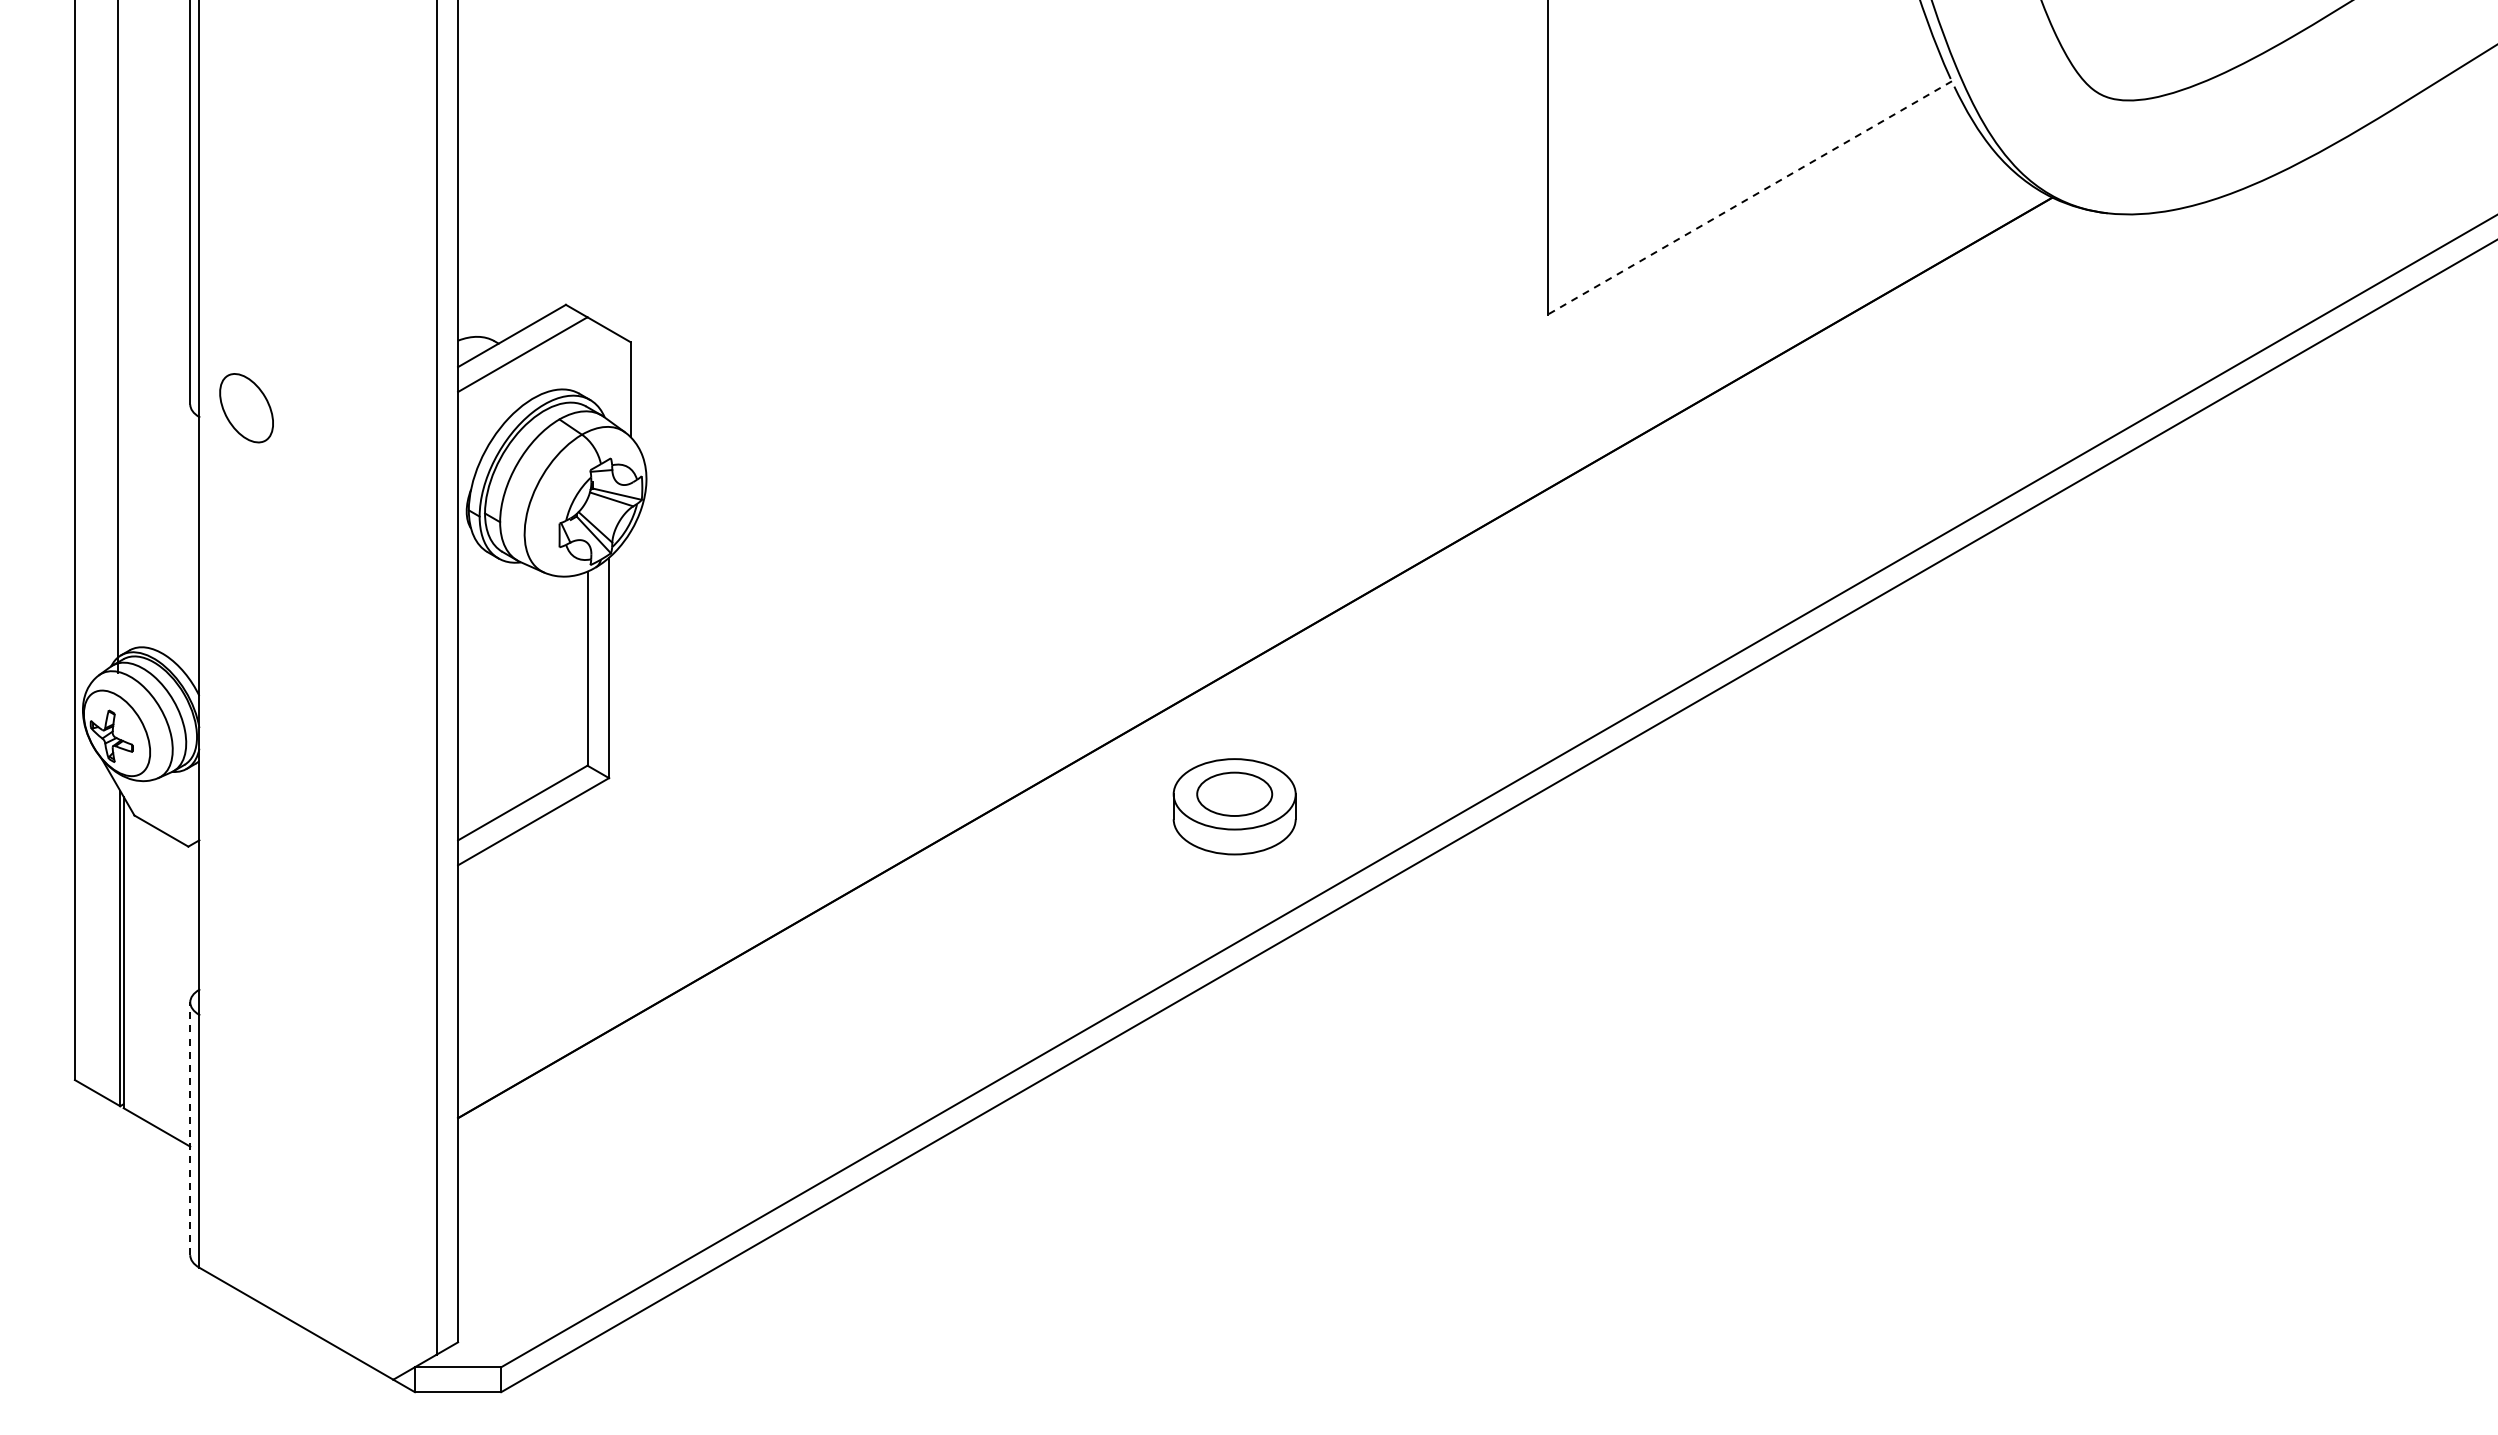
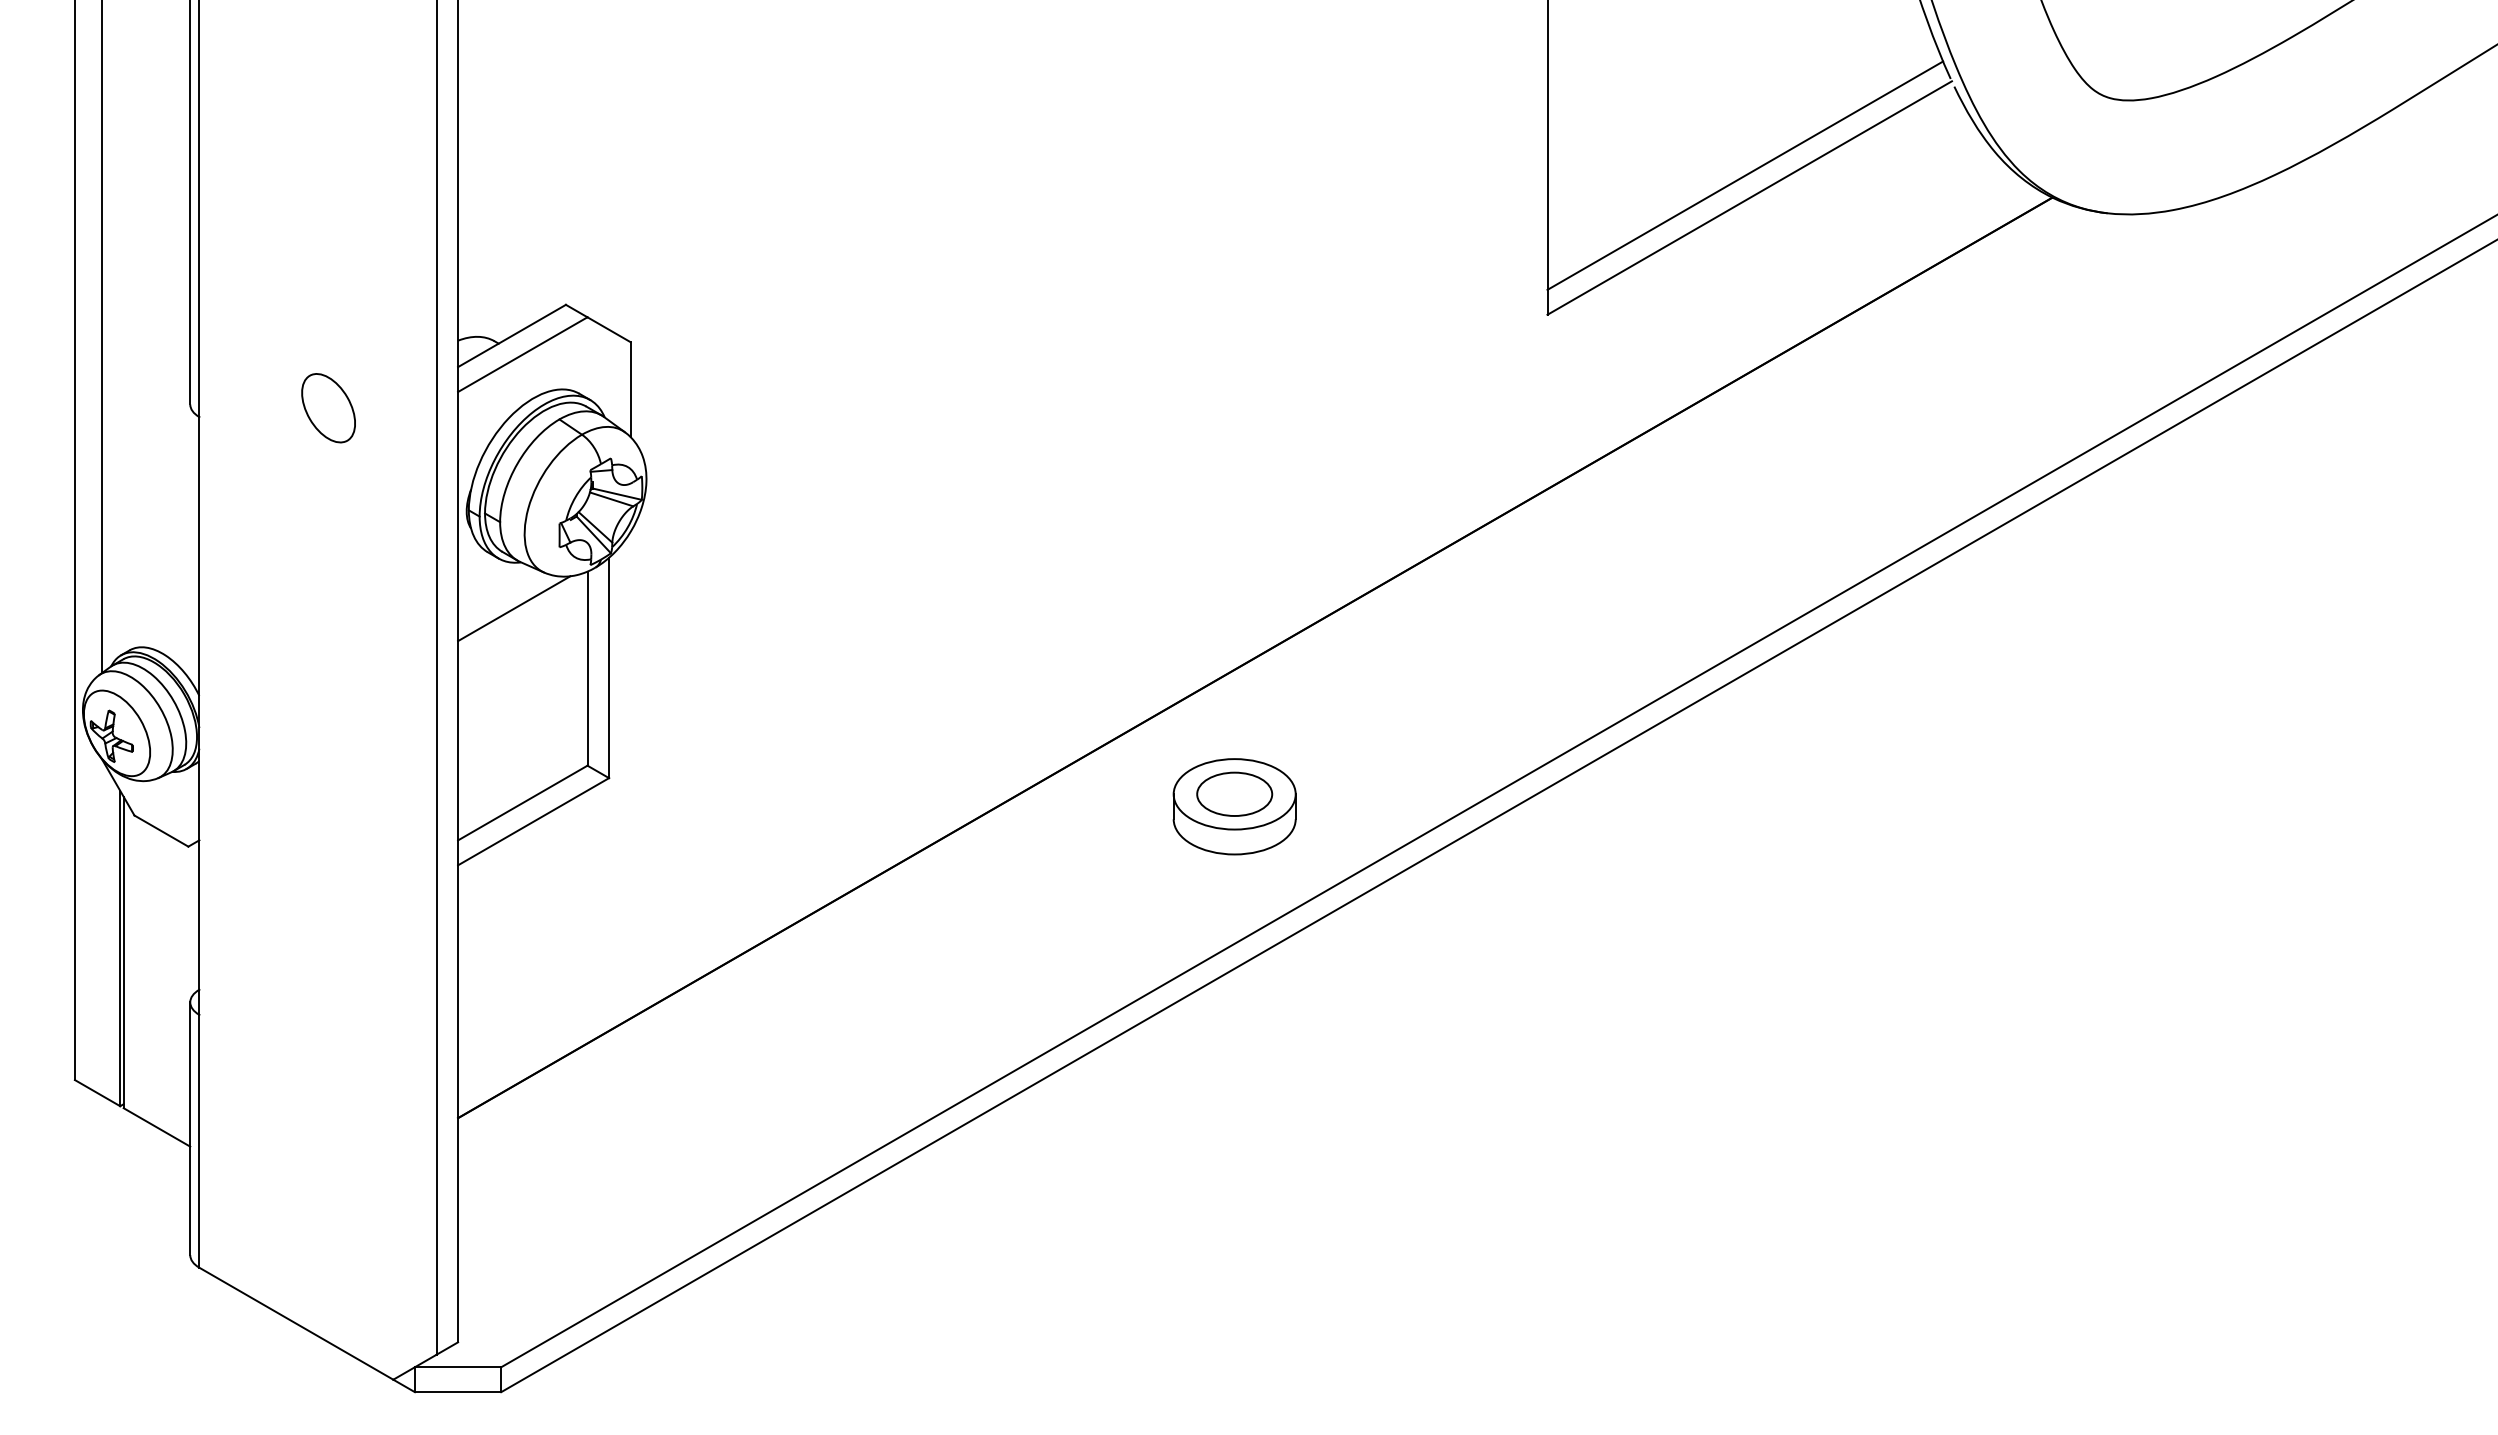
line at (1745, 175): none -> present
line at (1749, 198): dashed -> solid
line at (118, 337) position: (118, 337) -> (102, 337)
part at (246, 408) position: (246, 408) -> (328, 408)
line at (514, 608): none -> present
line at (190, 1128): dashed -> solid
